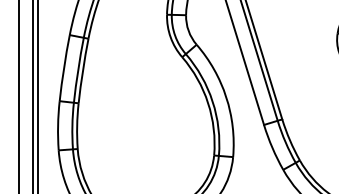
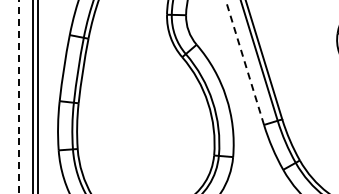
line at (244, 62): solid -> dashed
line at (18, 97): solid -> dashed
